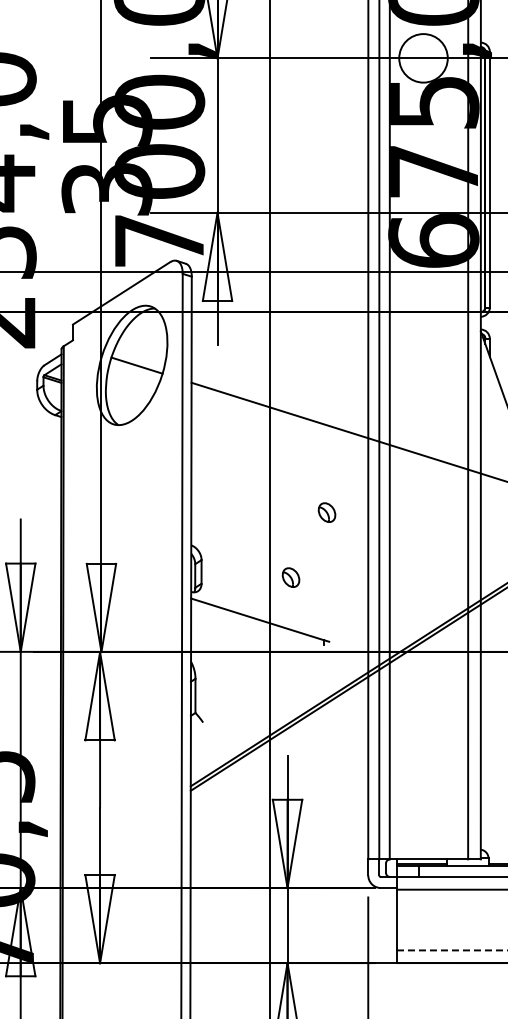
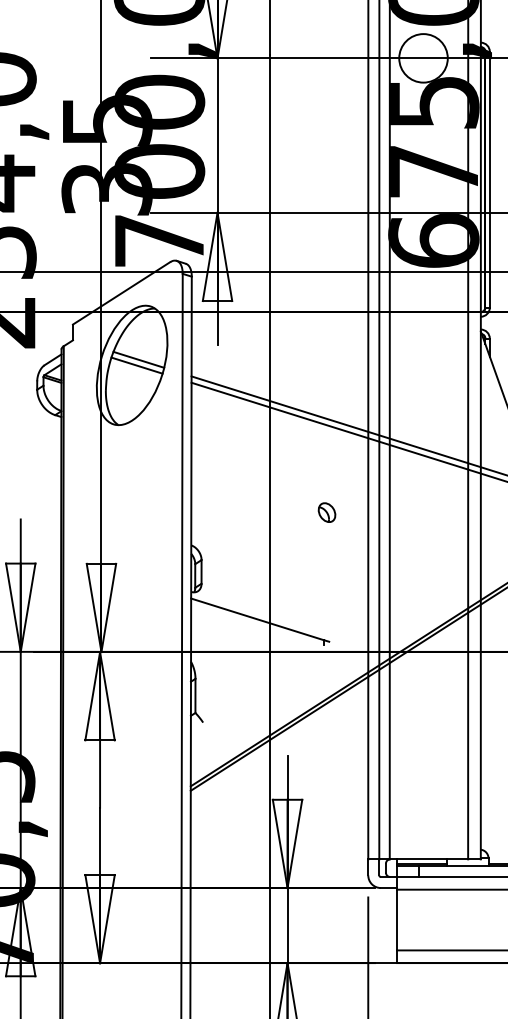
line at (138, 359): none -> present
line at (347, 425): none -> present
part at (290, 577): present -> none
line at (452, 950): dashed -> solid
